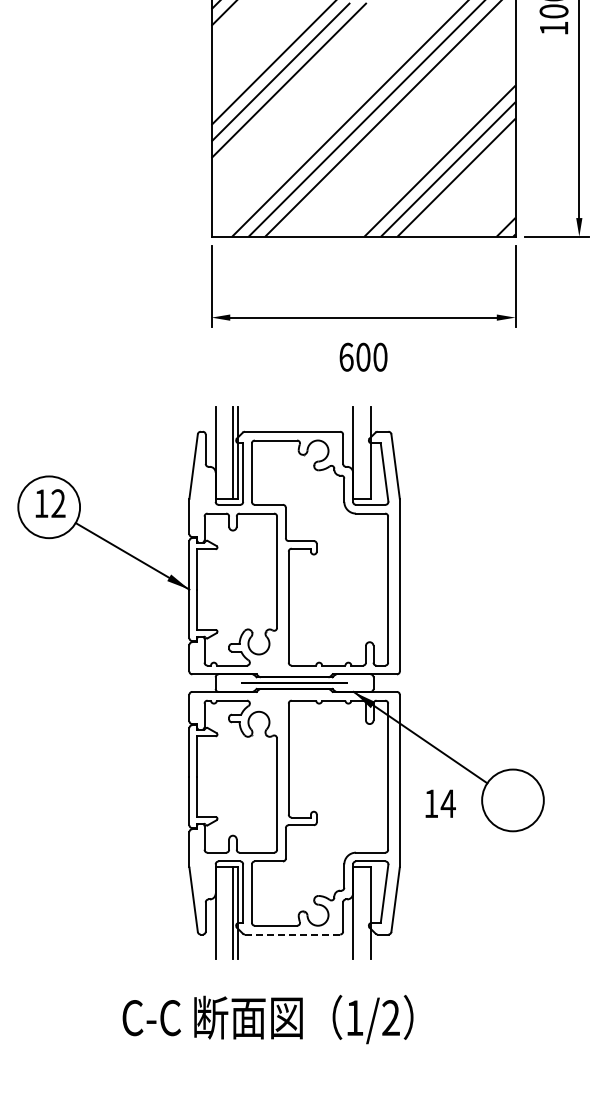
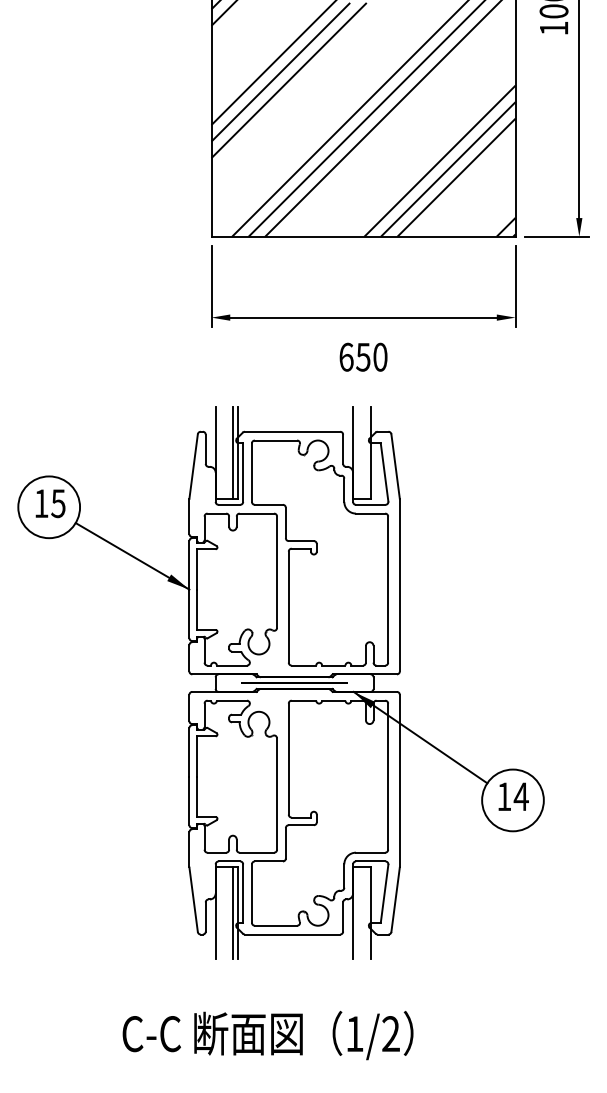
text at (363, 356): 600 -> 650
text at (58, 503): 12 -> 15
text at (440, 803) position: (440, 803) -> (513, 796)
line at (292, 934): dashed -> solid
text at (267, 1019) position: (267, 1019) -> (267, 1035)
